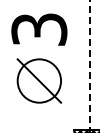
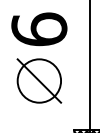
text at (39, 29): 3 -> 6
line at (89, 65): dashed -> solid
